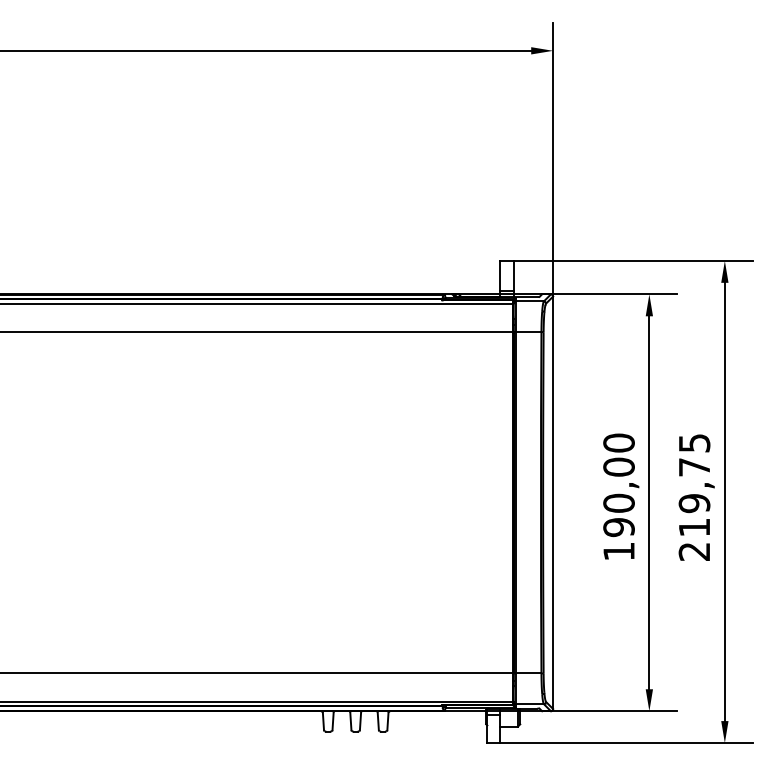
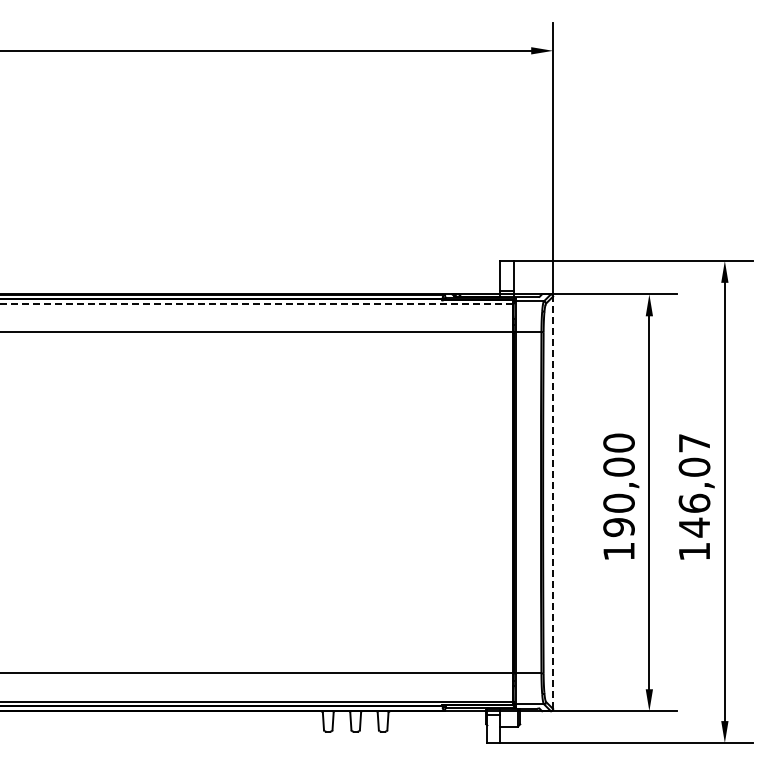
line at (256, 303): solid -> dashed
text at (694, 497): 219,75 -> 146,07
line at (553, 502): solid -> dashed
